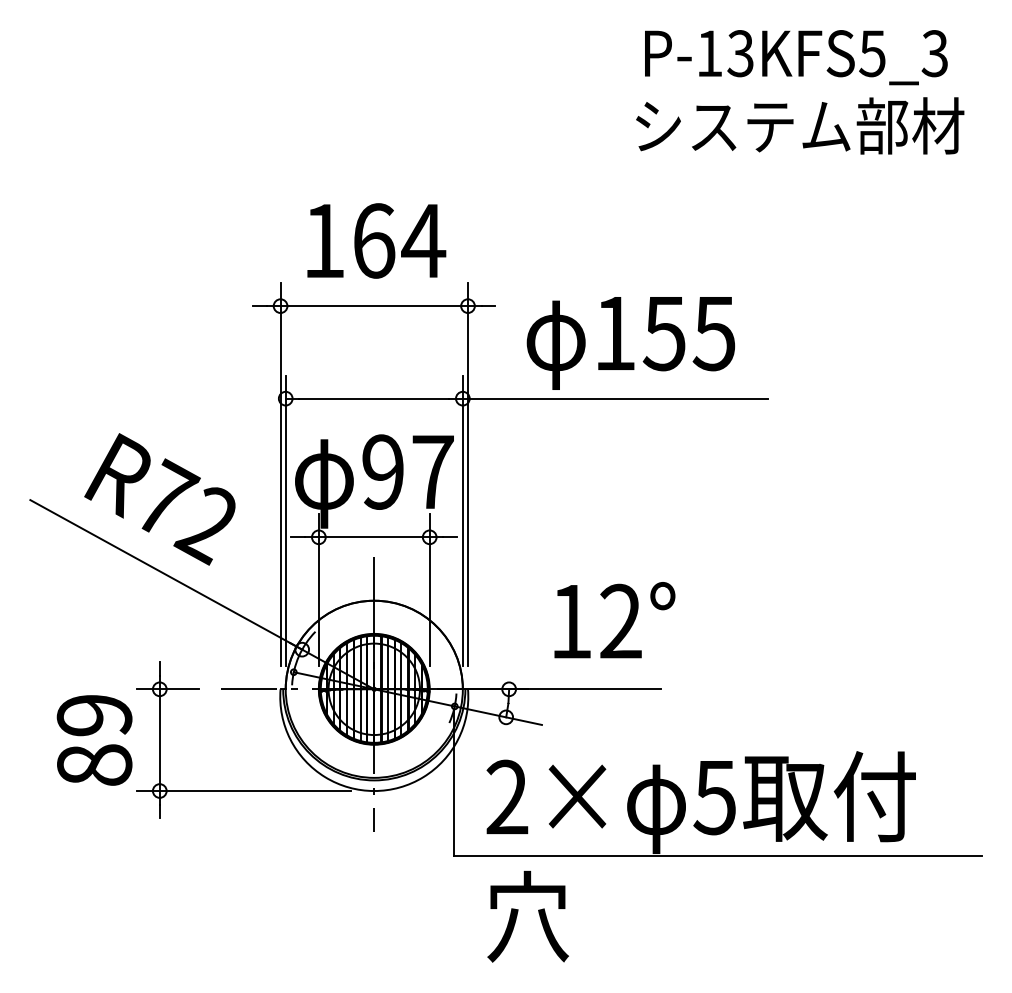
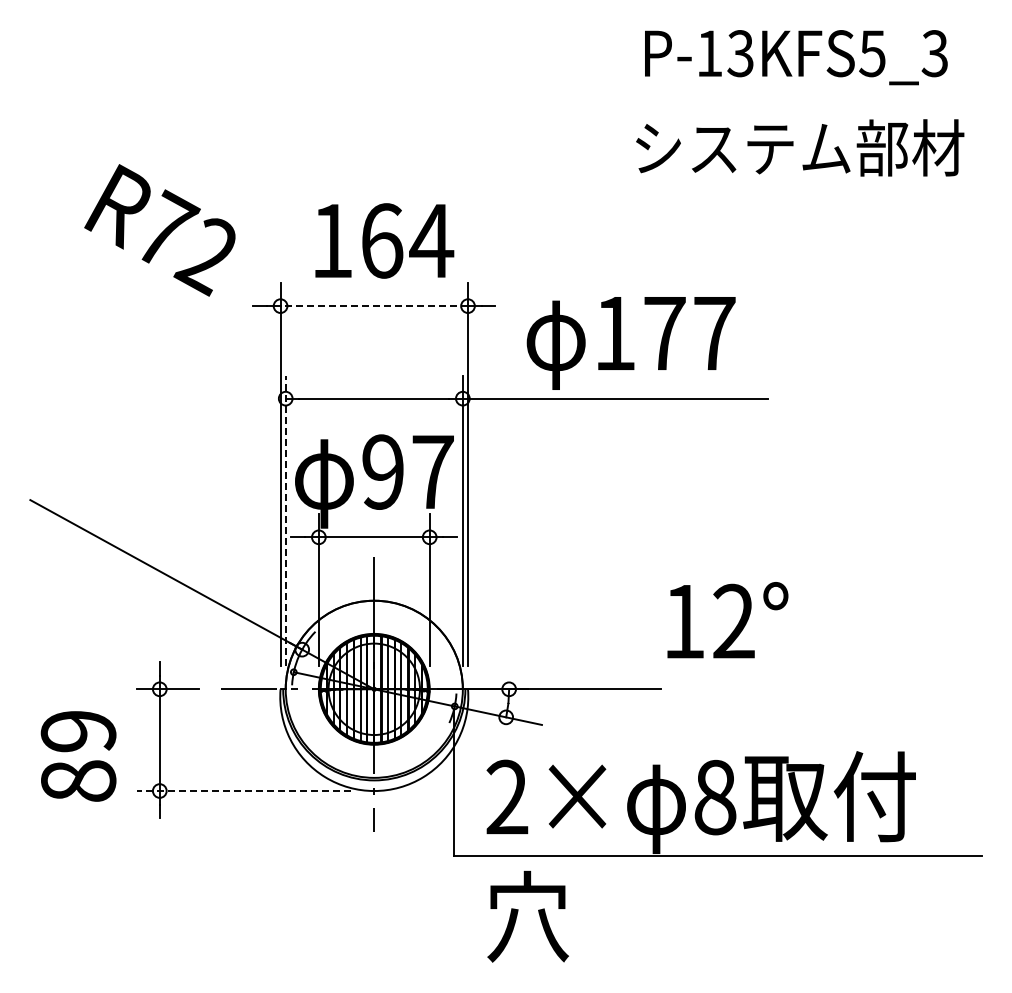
text at (800, 125) position: (800, 125) -> (800, 147)
text at (376, 240) position: (376, 240) -> (384, 240)
line at (374, 306): solid -> dashed
text at (688, 334): 155 -> 177
text at (159, 499) position: (159, 499) -> (159, 230)
line at (285, 520): solid -> dashed
text at (614, 620) position: (614, 620) -> (727, 620)
text at (94, 740) position: (94, 740) -> (78, 756)
line at (243, 791): solid -> dashed
text at (714, 797): 5 -> 8
